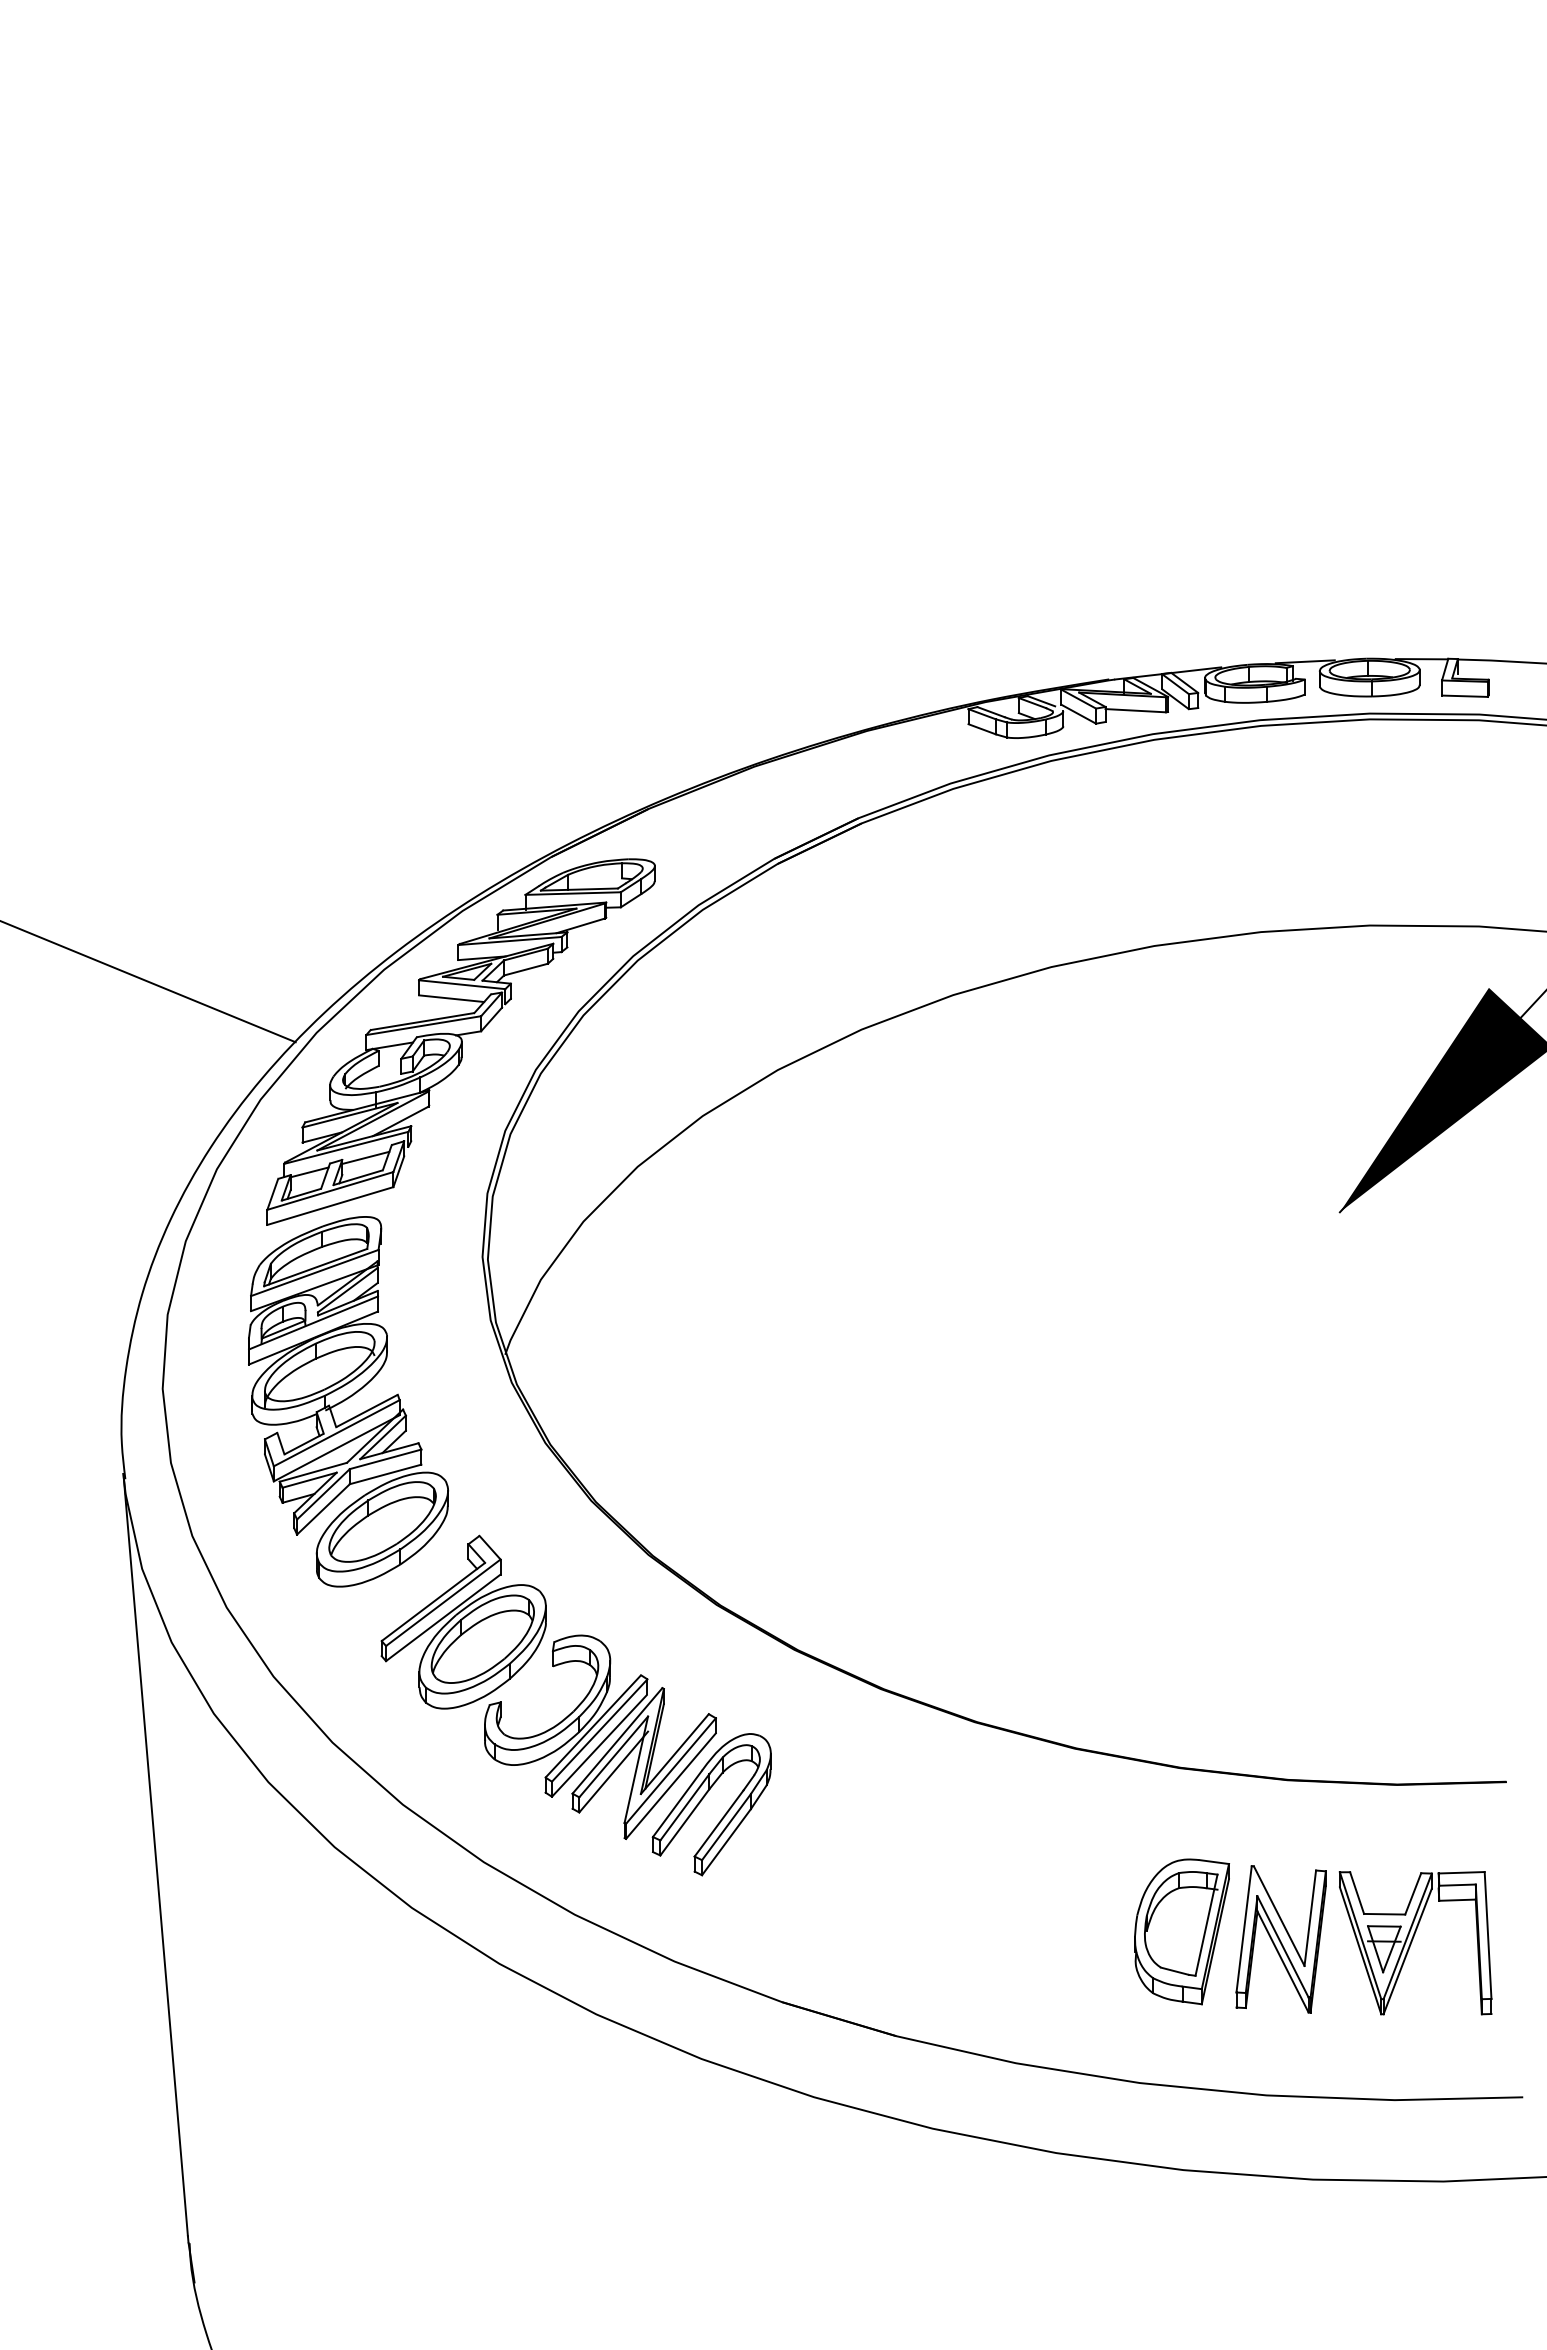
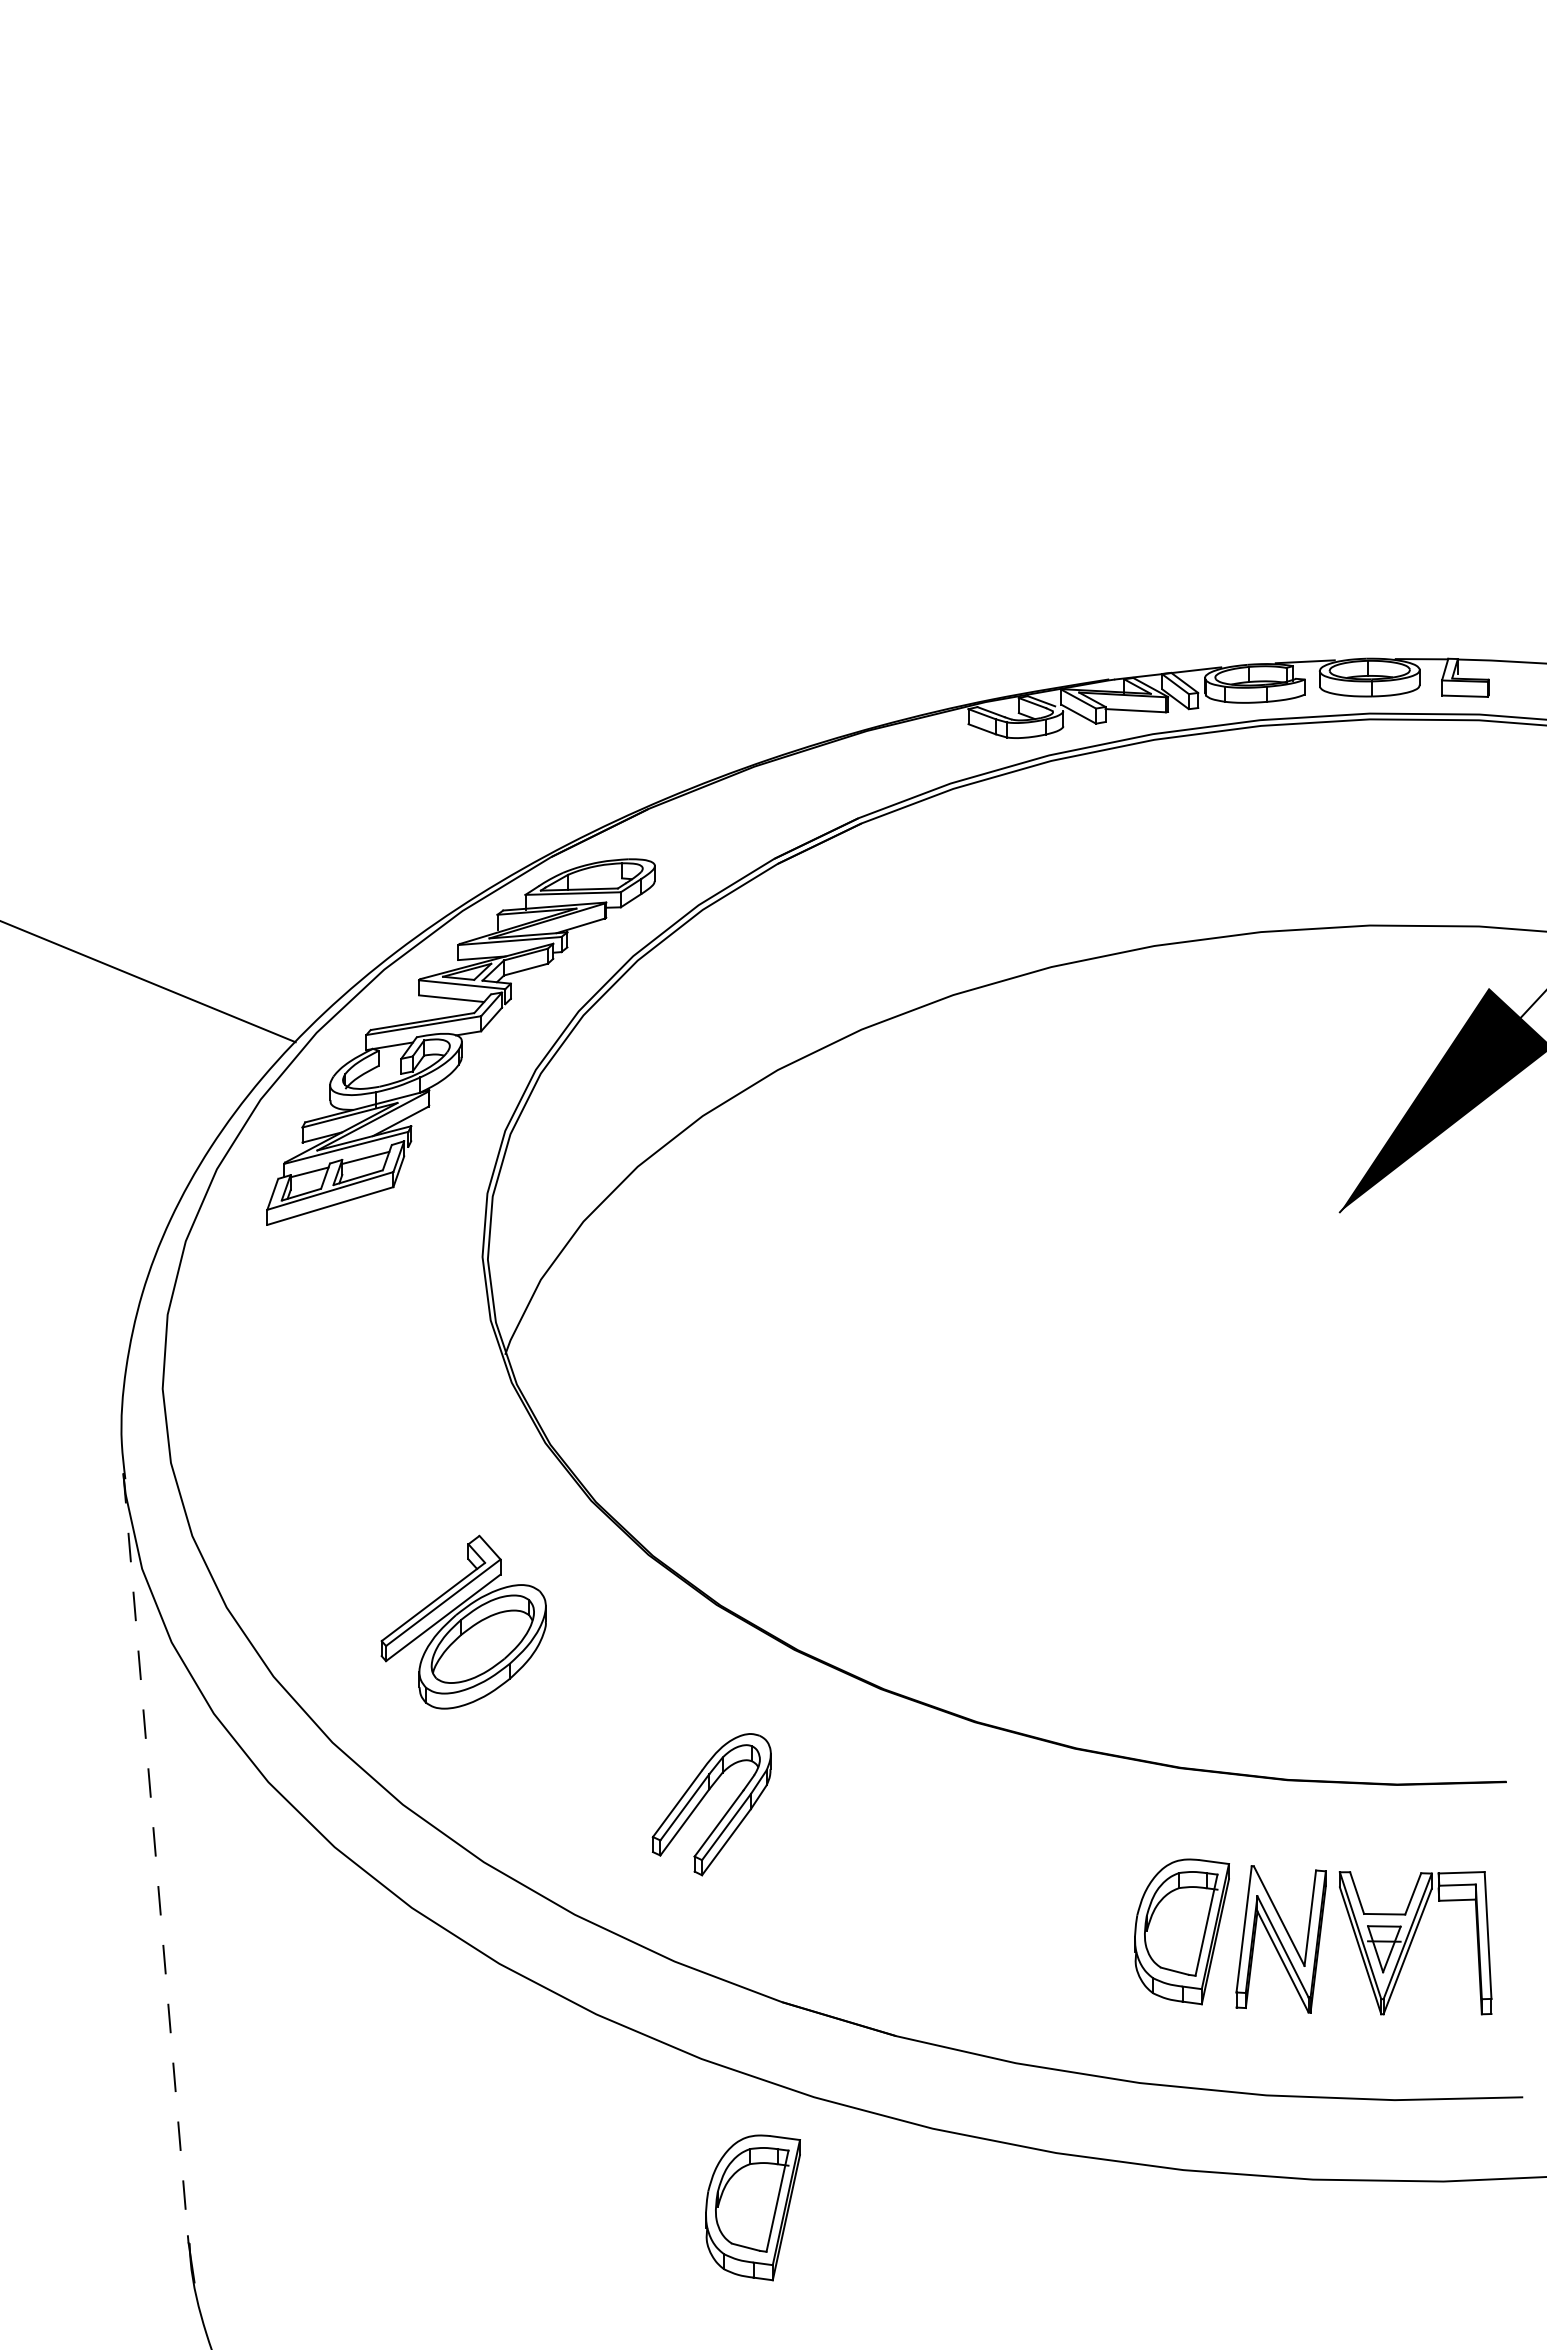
part at (348, 1401): present -> none
part at (600, 1736): present -> none
line at (155, 1855): solid -> dashed
part at (752, 2207): none -> present
